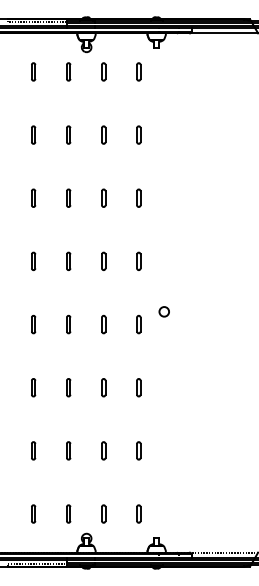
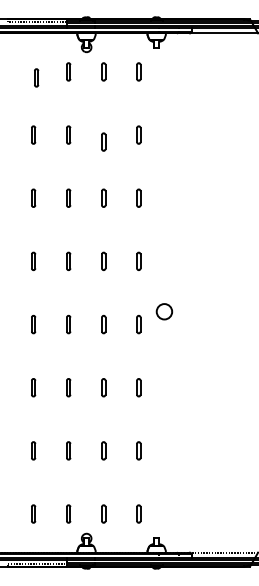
part at (33, 71) position: (33, 71) -> (36, 77)
part at (103, 134) position: (103, 134) -> (103, 141)
circle at (163, 311) size: 12x12 px -> 19x18 px
